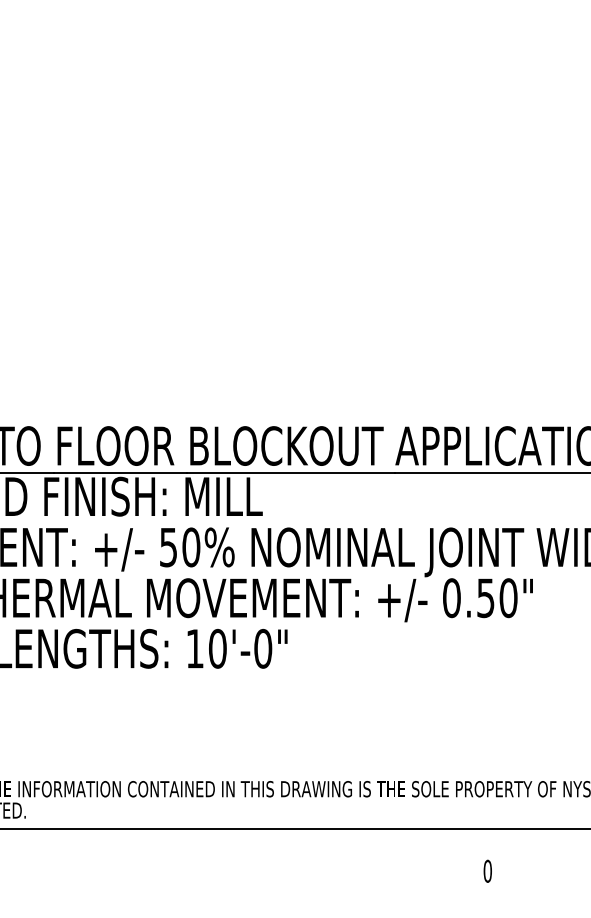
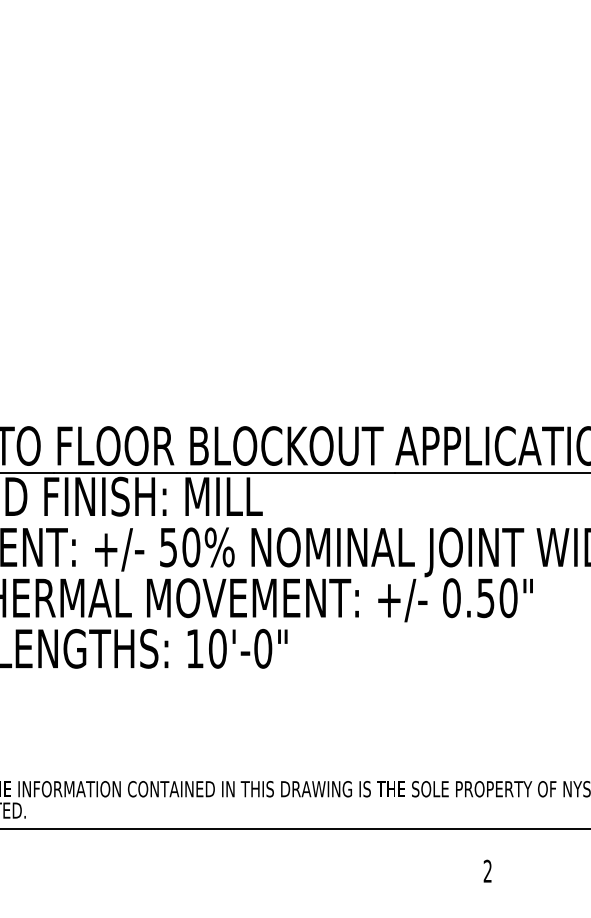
text at (487, 870): 0 -> 2
